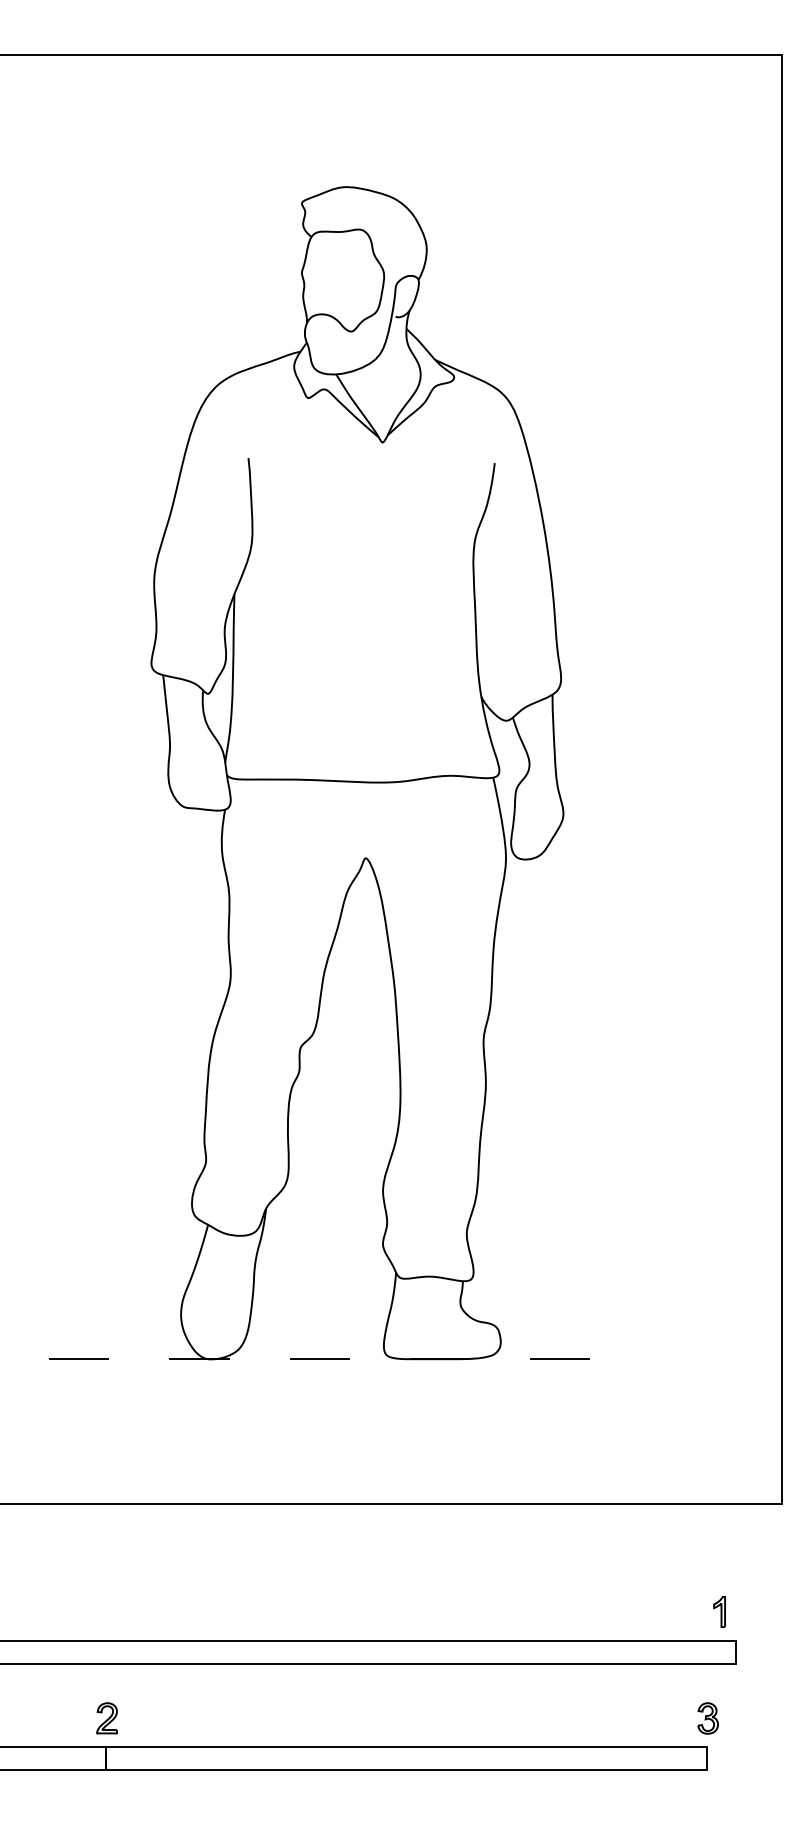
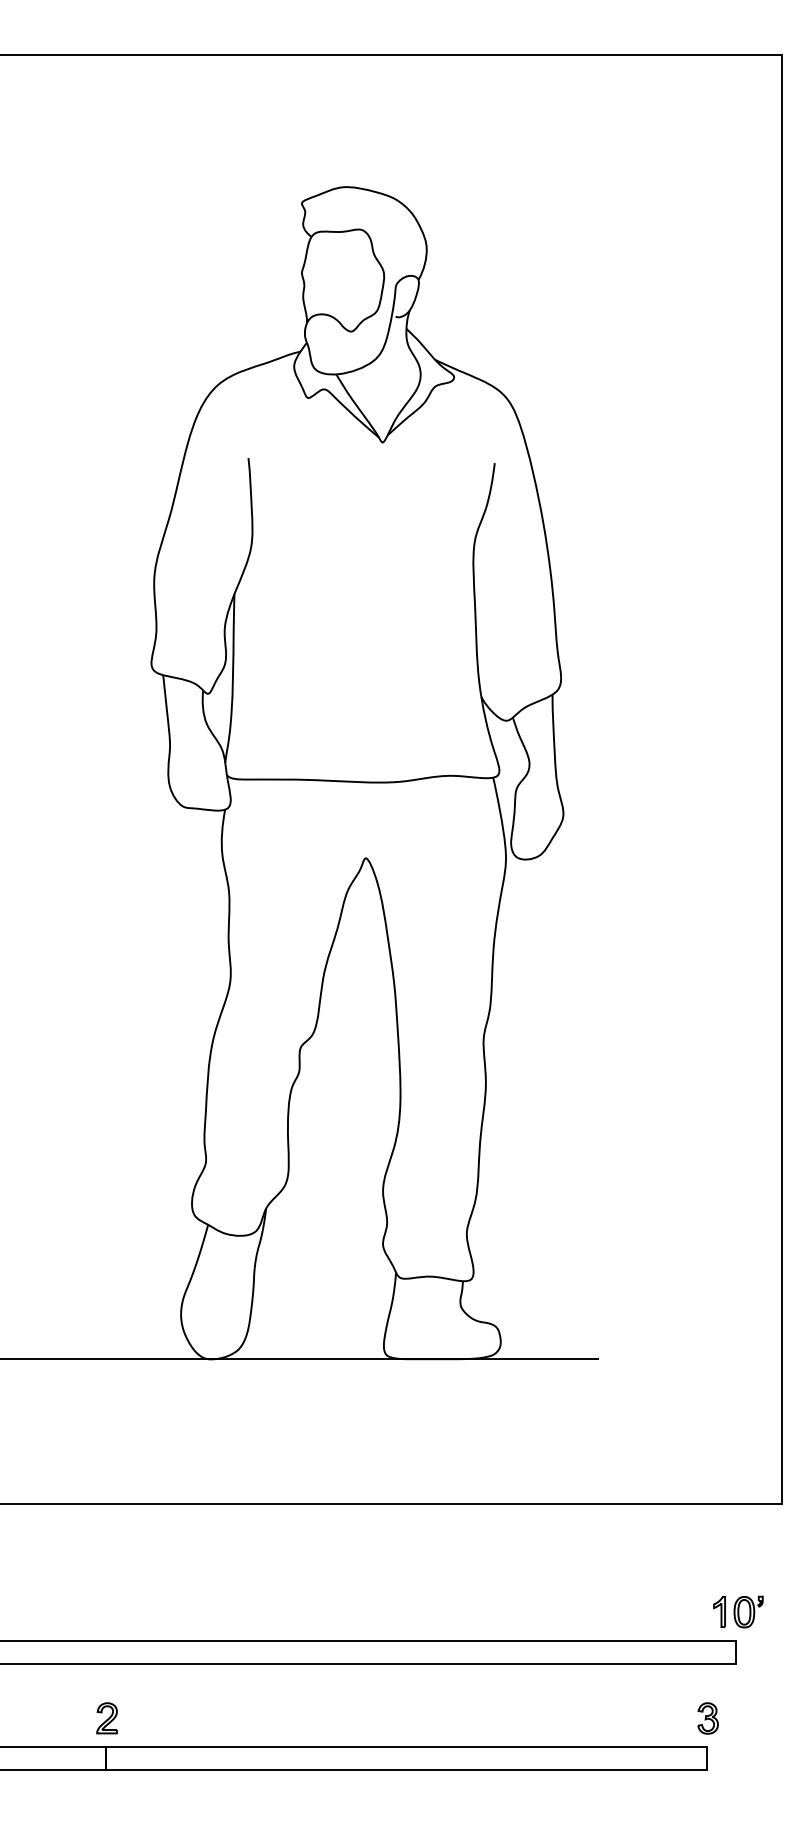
line at (299, 1359): dashed -> solid
part at (748, 1611): none -> present
